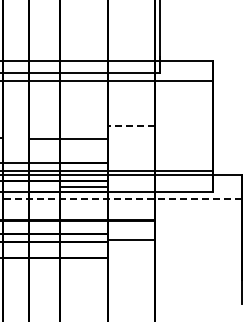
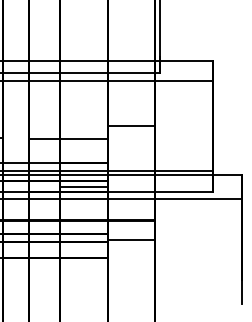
line at (131, 126): dashed -> solid
line at (121, 198): dashed -> solid
